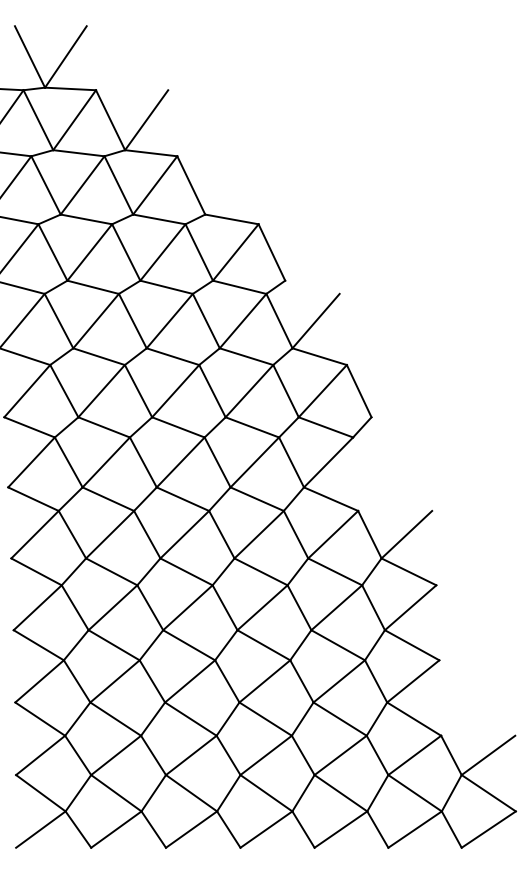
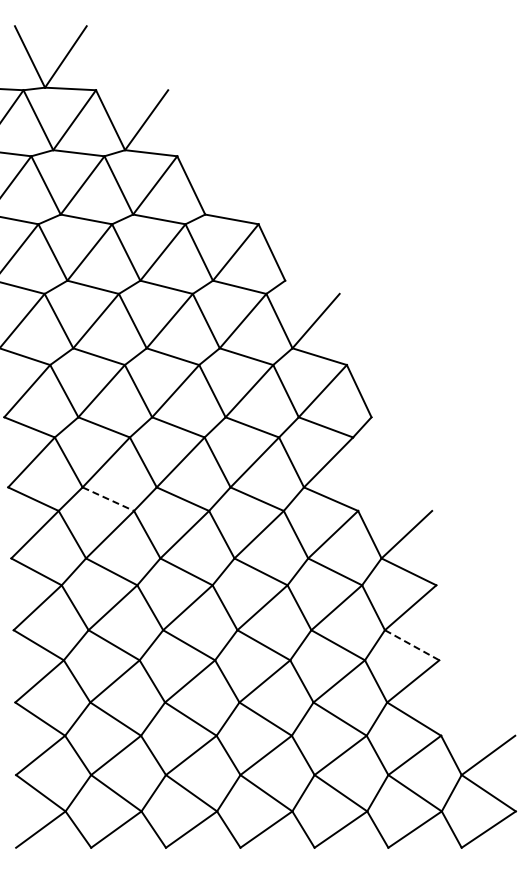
line at (108, 499): solid -> dashed
line at (412, 645): solid -> dashed
